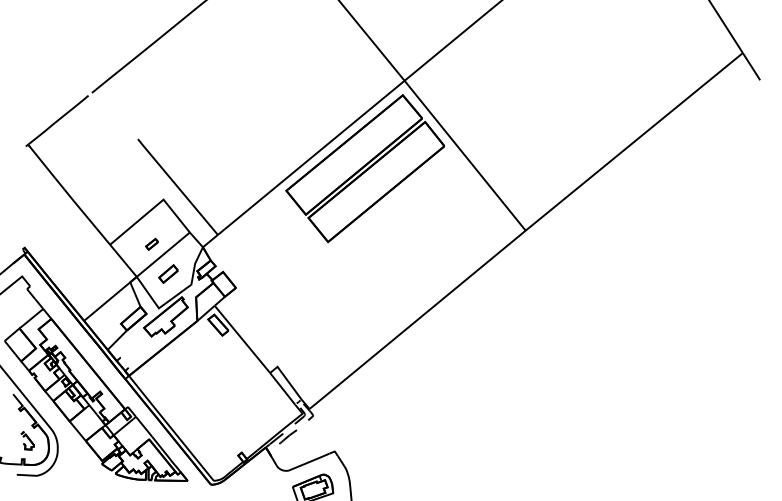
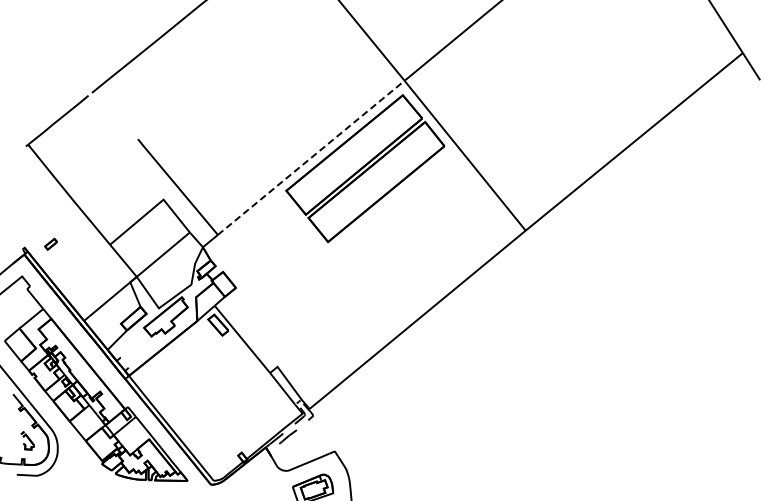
line at (311, 157): solid -> dashed
part at (151, 243) position: (151, 243) -> (50, 243)
part at (168, 273): present -> none
